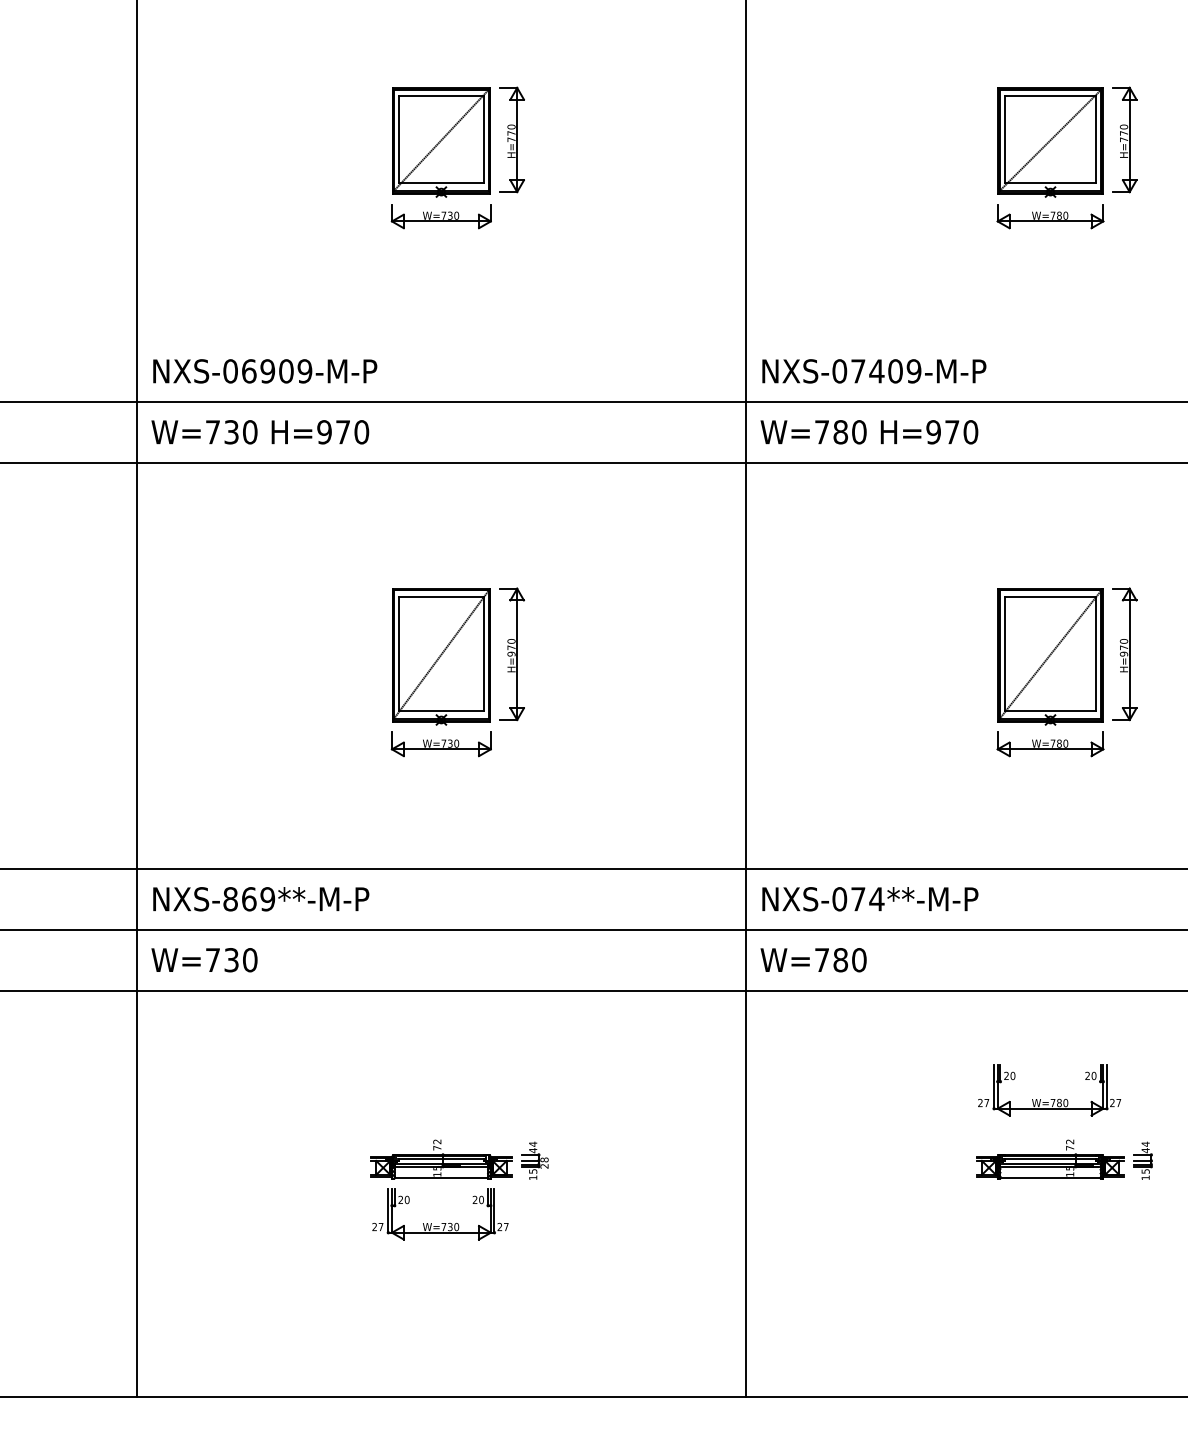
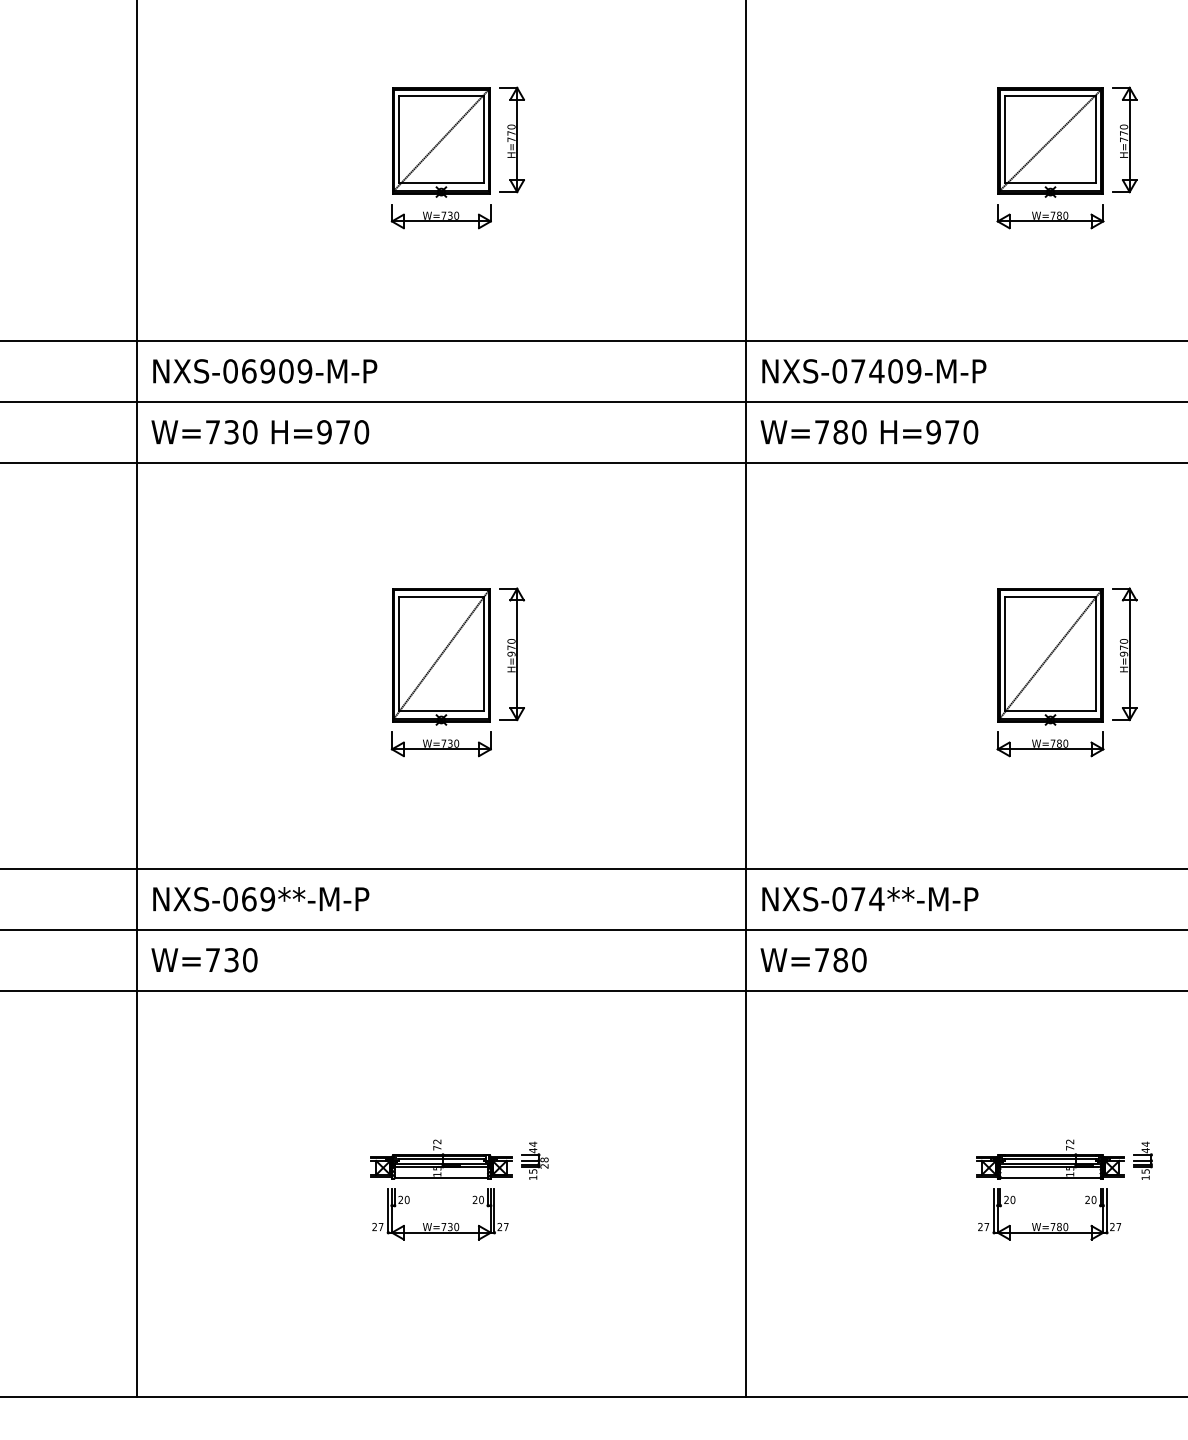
line at (593, 340): none -> present
text at (230, 899): NXS-869**-M-P -> NXS-069**-M-P
part at (1050, 1099) position: (1050, 1099) -> (1050, 1223)
